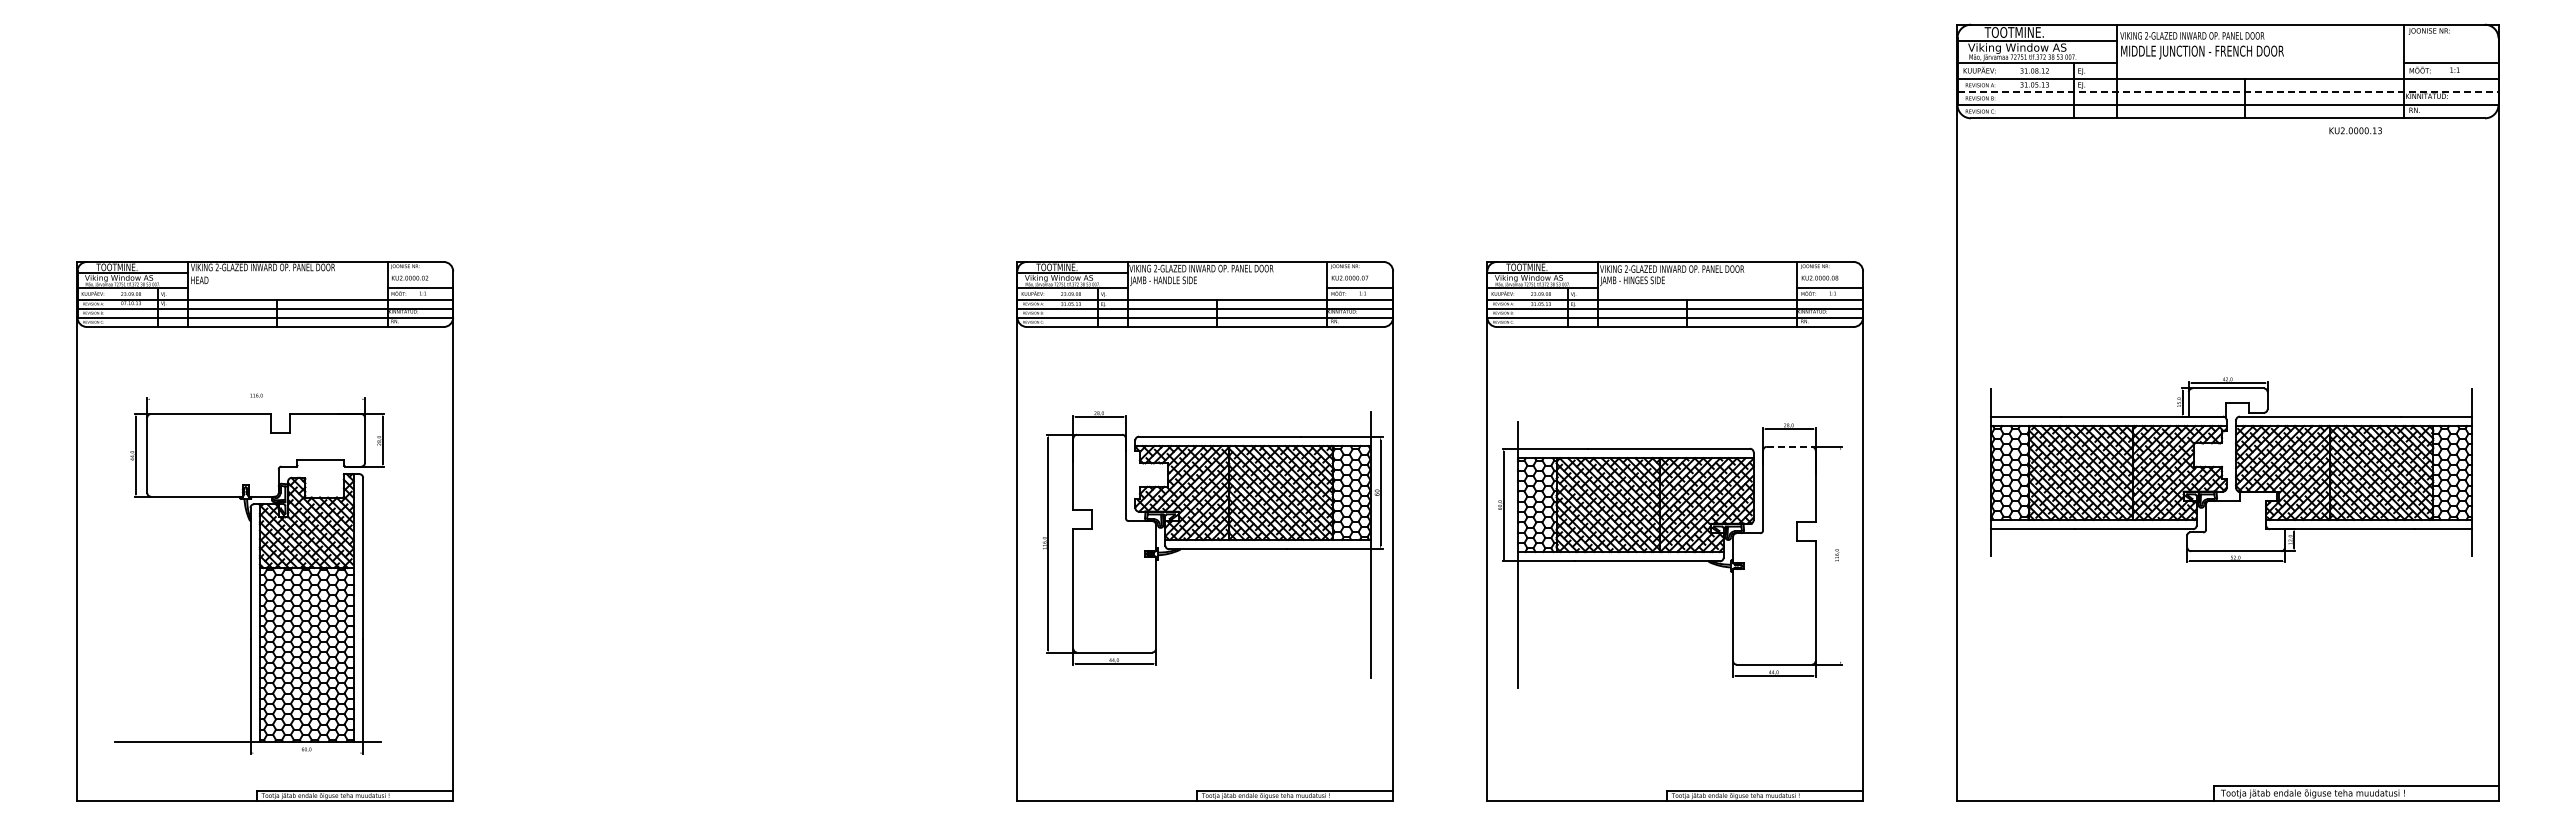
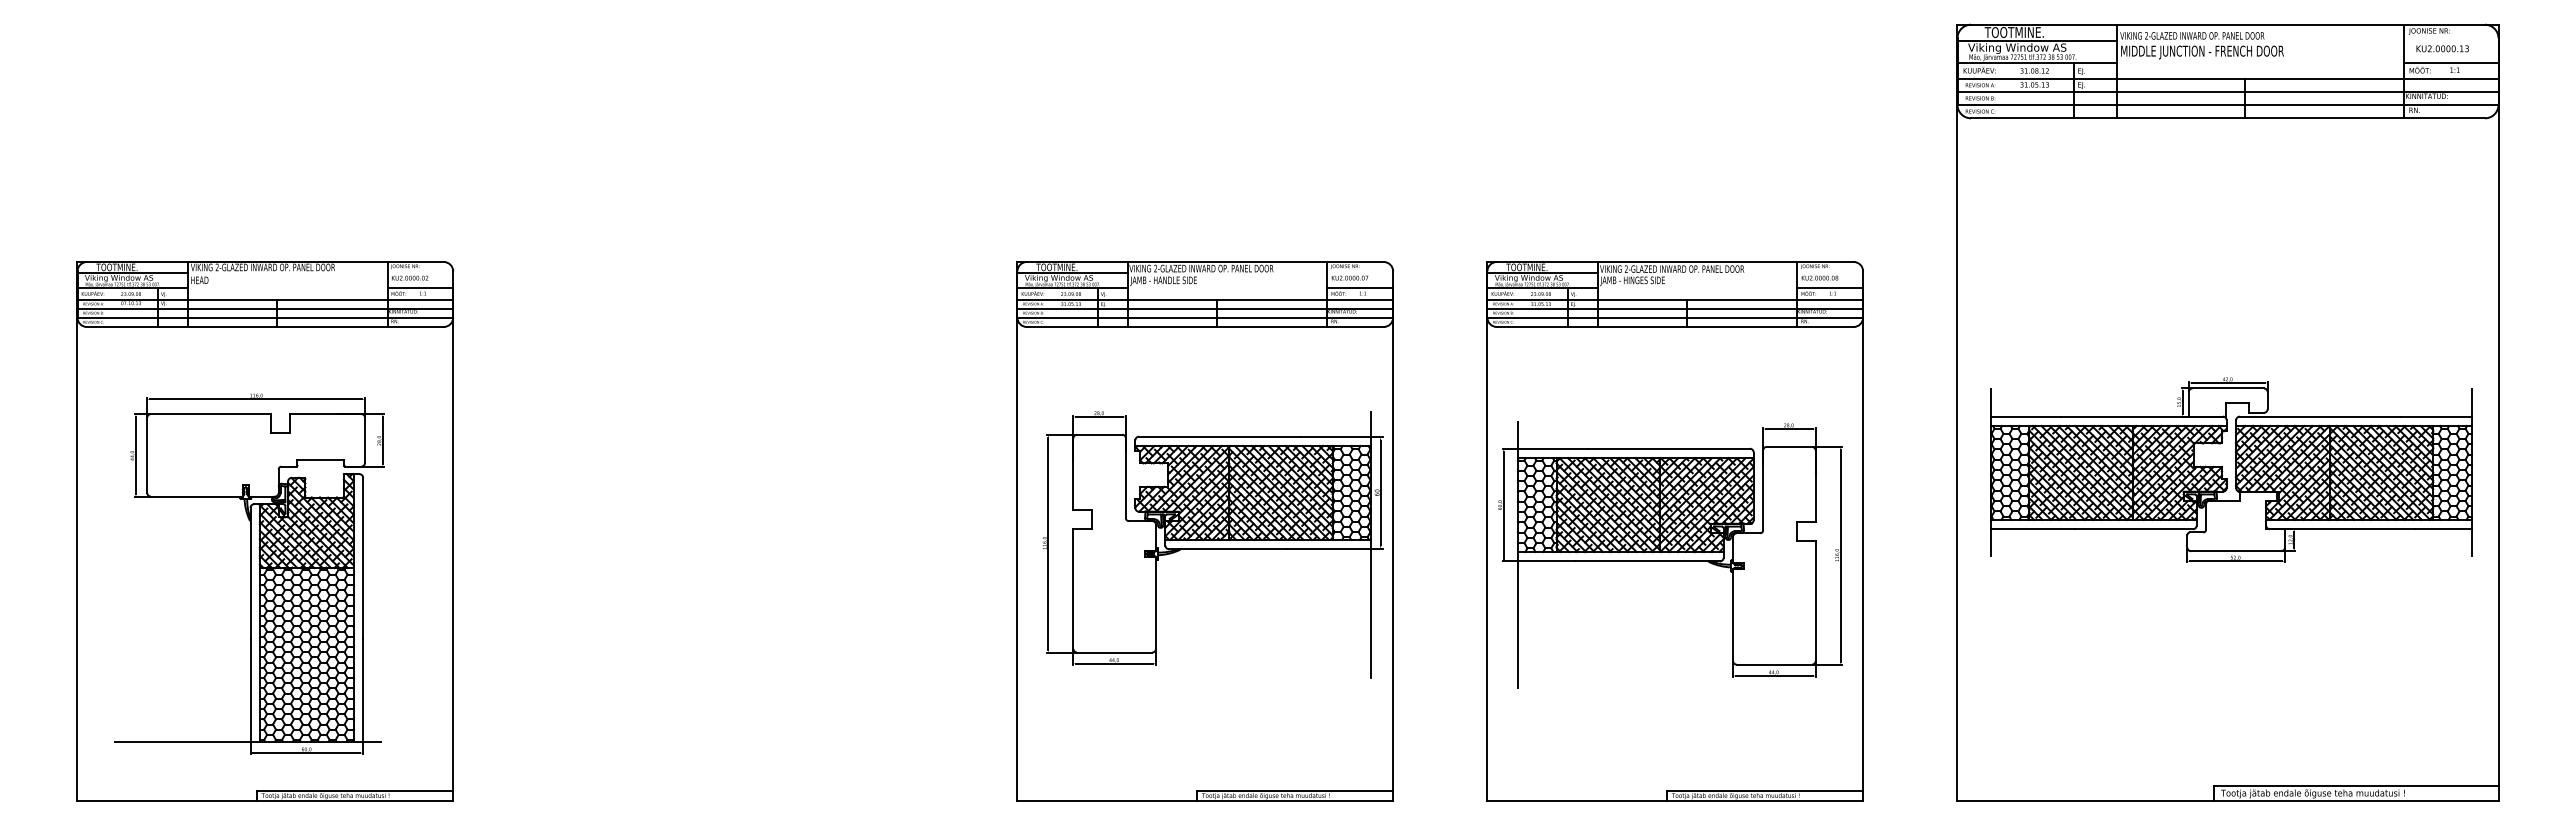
line at (2228, 91): dashed -> solid
text at (2355, 130) position: (2355, 130) -> (2442, 48)
line at (256, 399): none -> present
line at (1789, 446): dashed -> solid
line at (1840, 555): none -> present
line at (306, 753): none -> present
